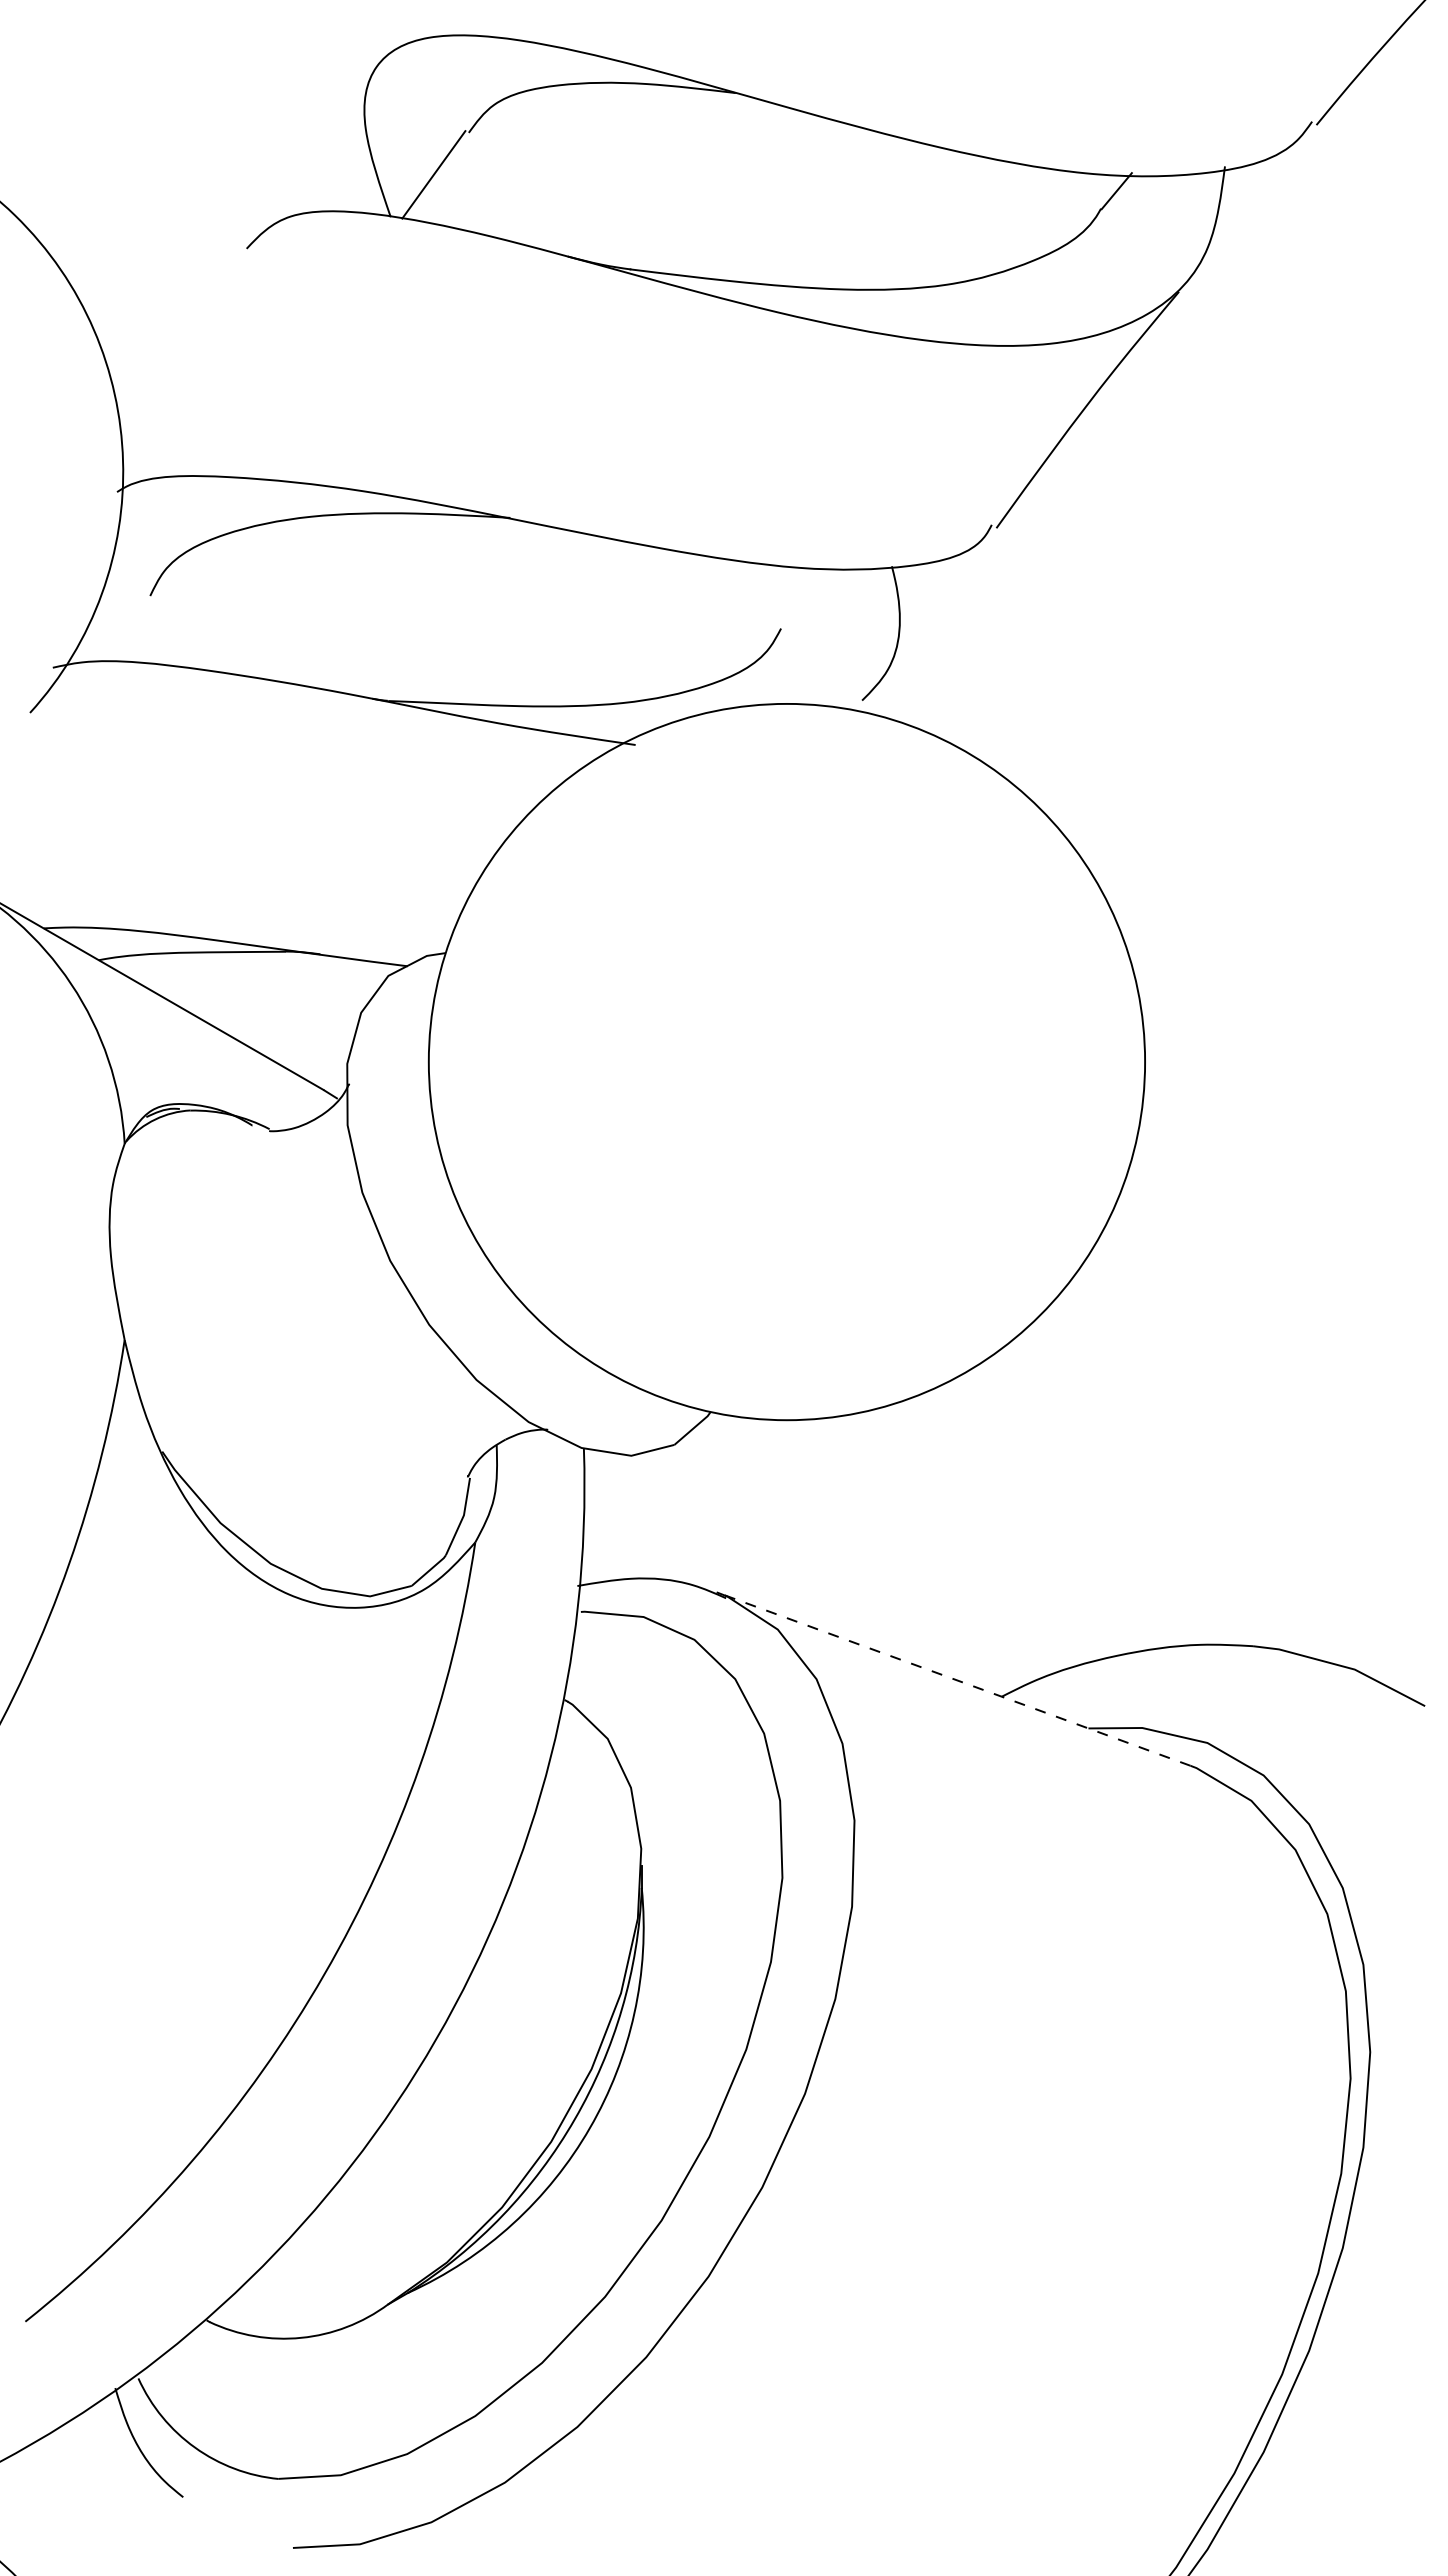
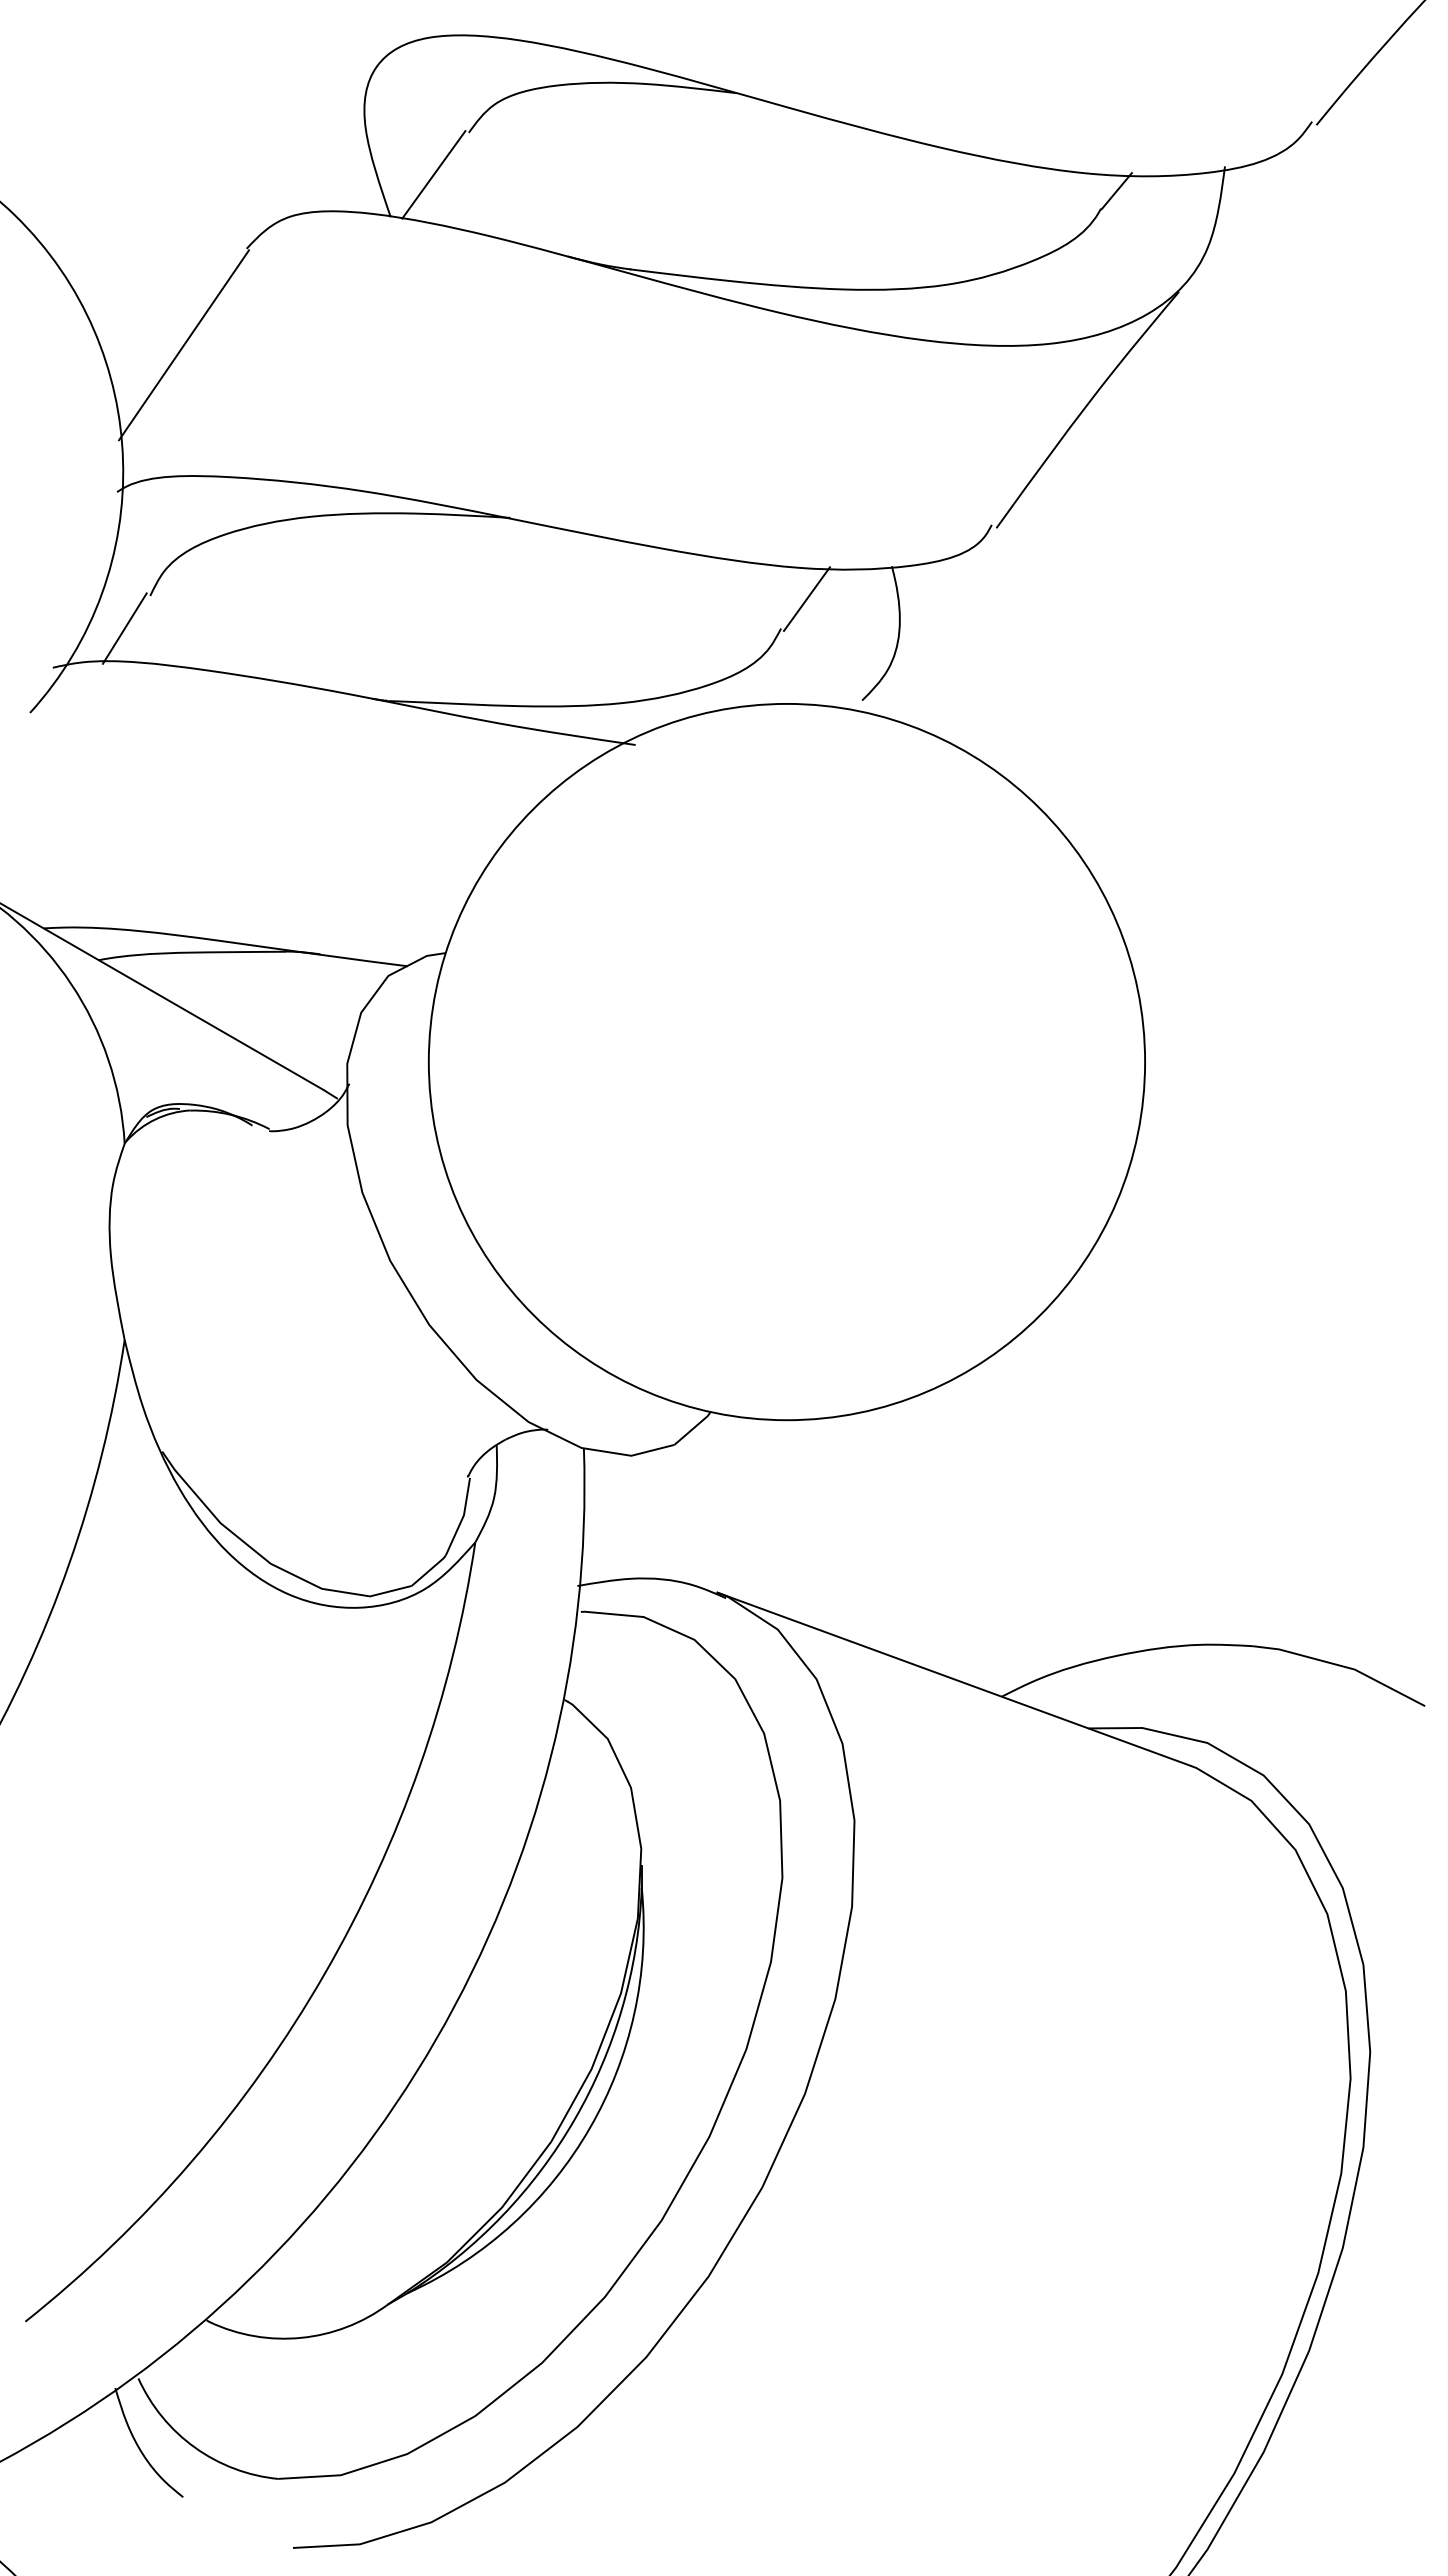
line at (183, 345): none -> present
line at (806, 598): none -> present
line at (124, 628): none -> present
line at (954, 1679): dashed -> solid
